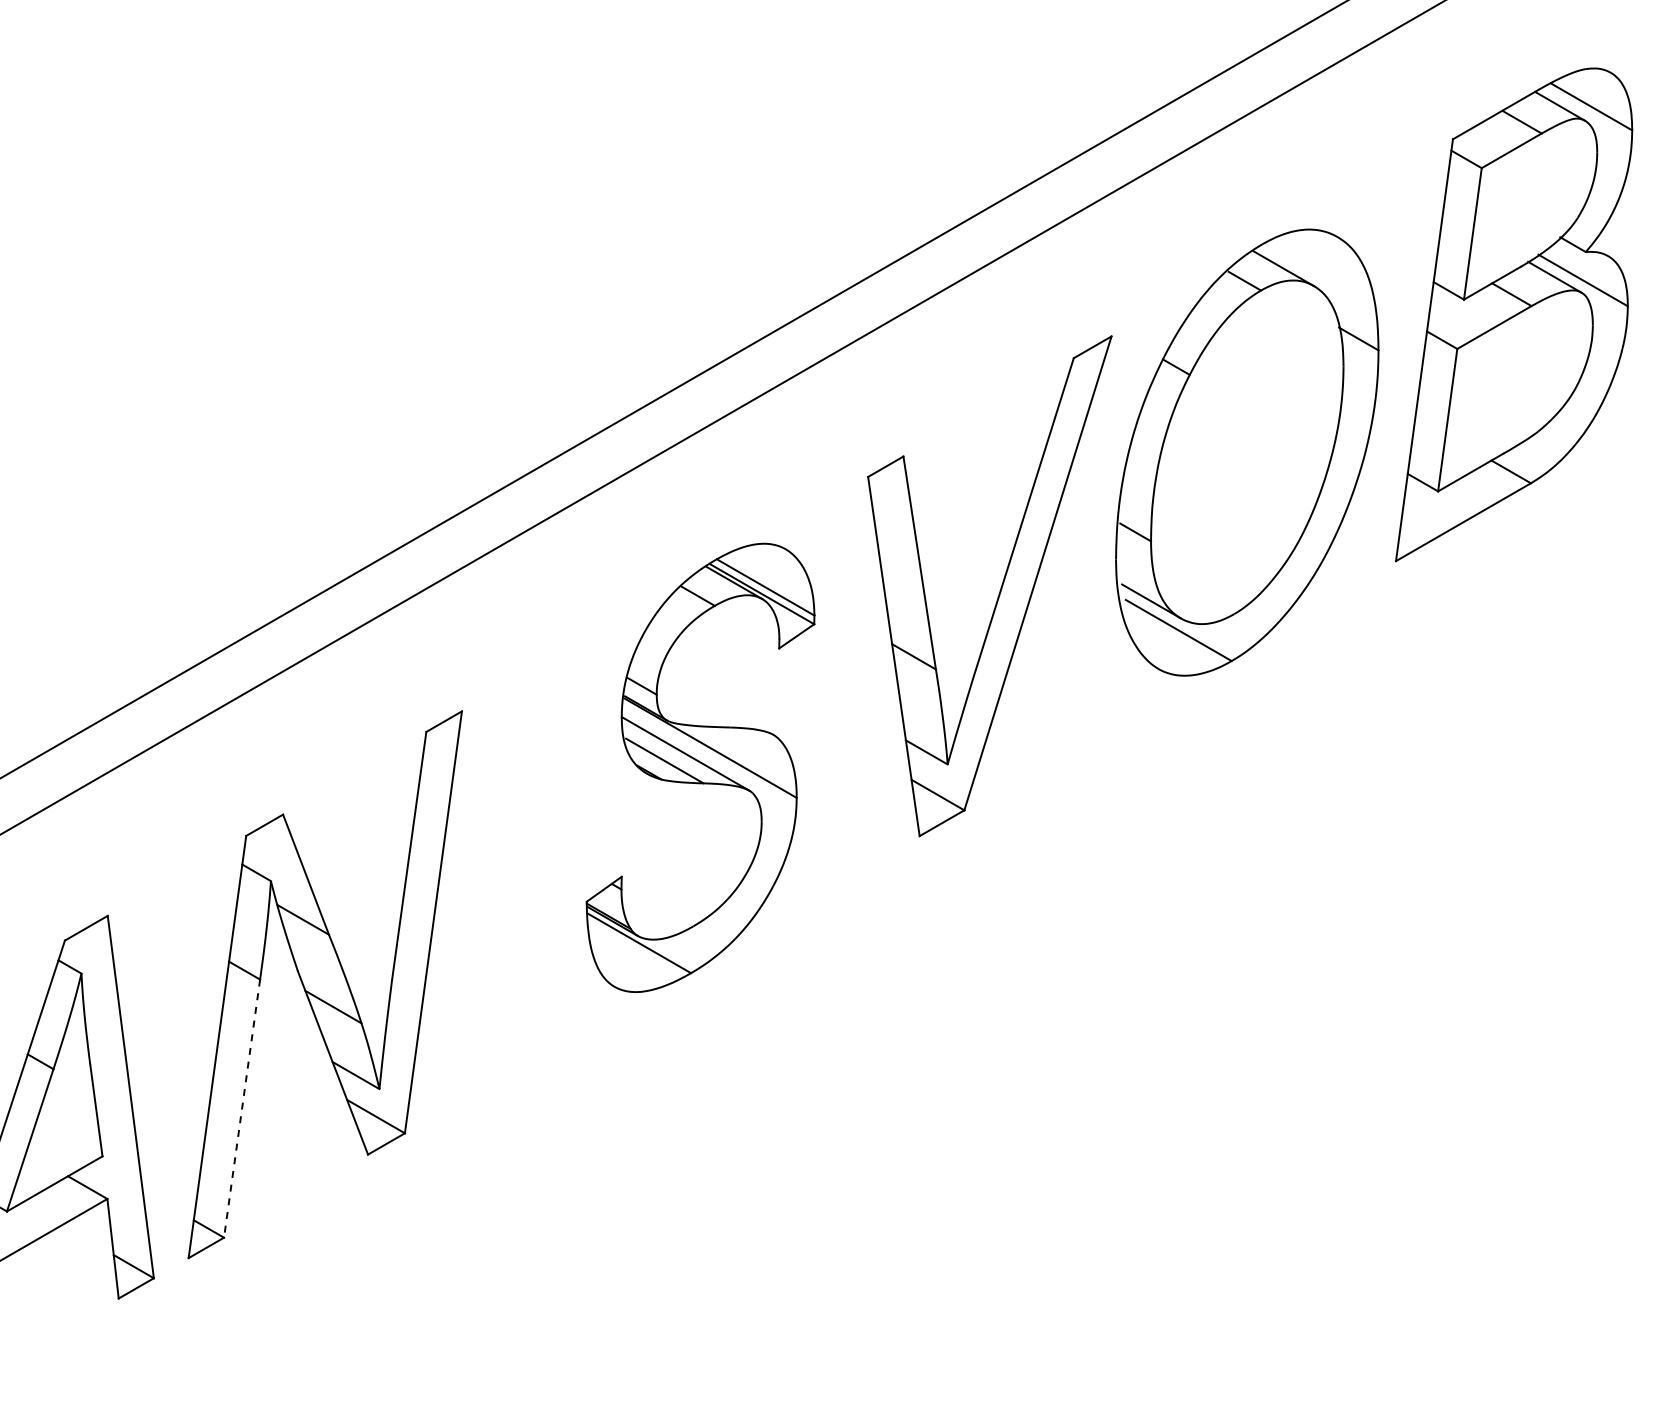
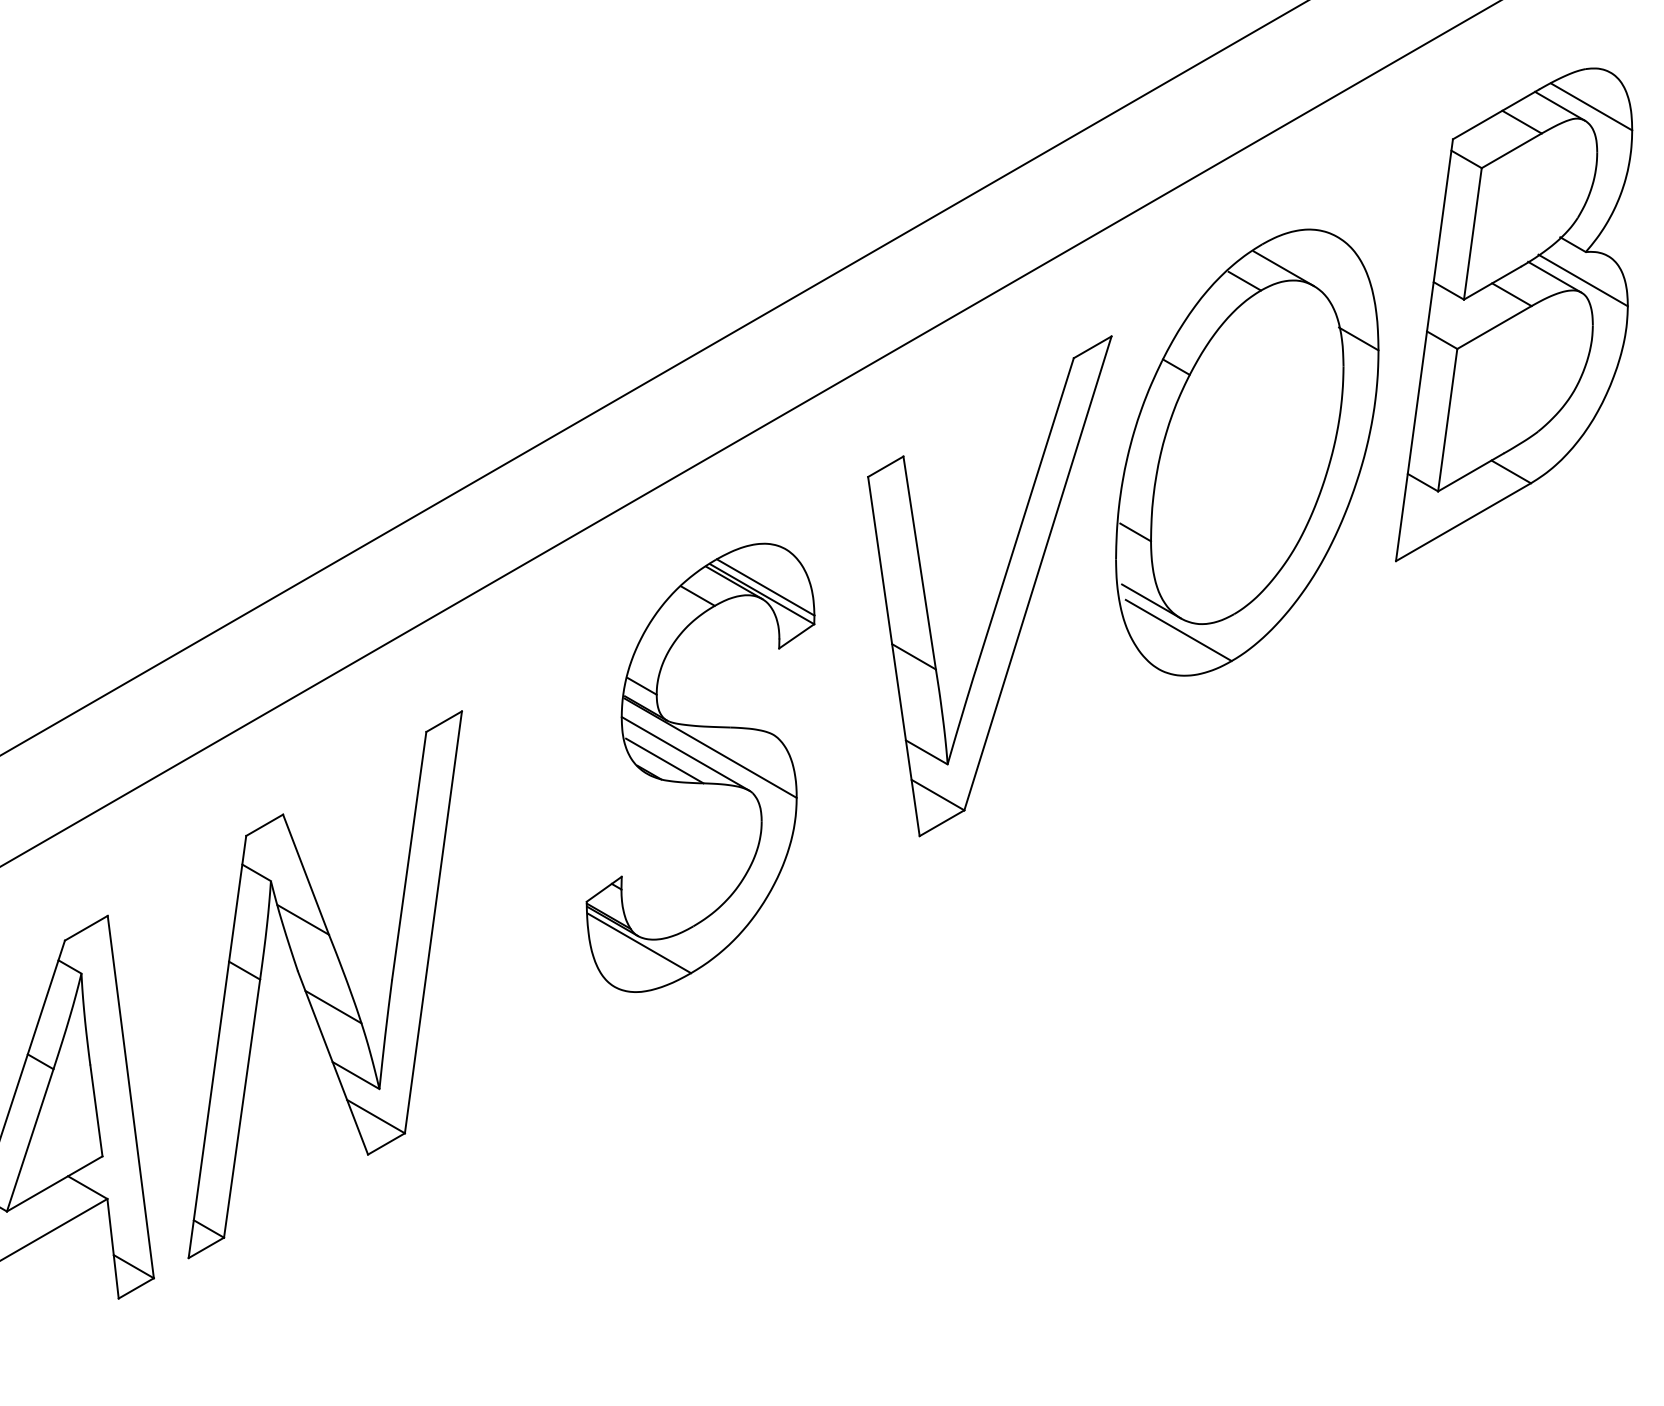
line at (673, 389) position: (673, 389) -> (653, 378)
line at (722, 417) position: (722, 417) -> (750, 433)
line at (242, 1109): dashed -> solid
